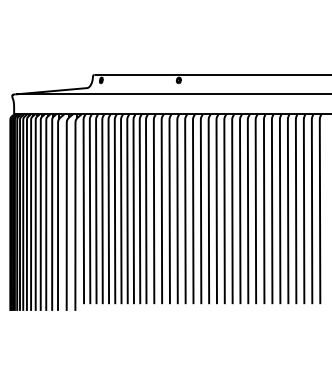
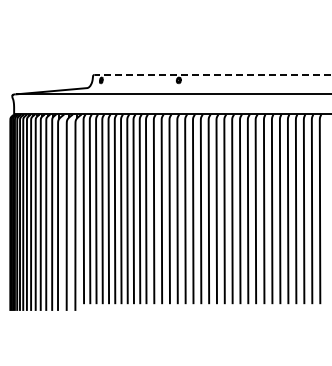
line at (212, 74): solid -> dashed
